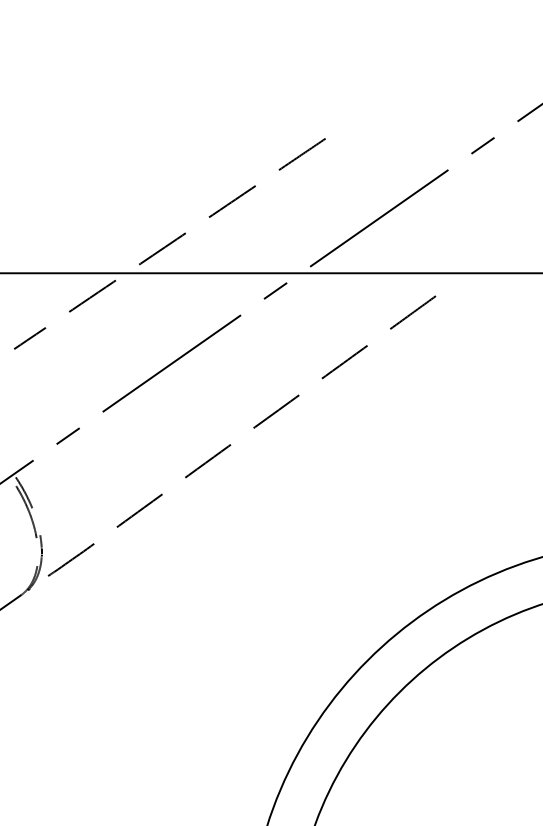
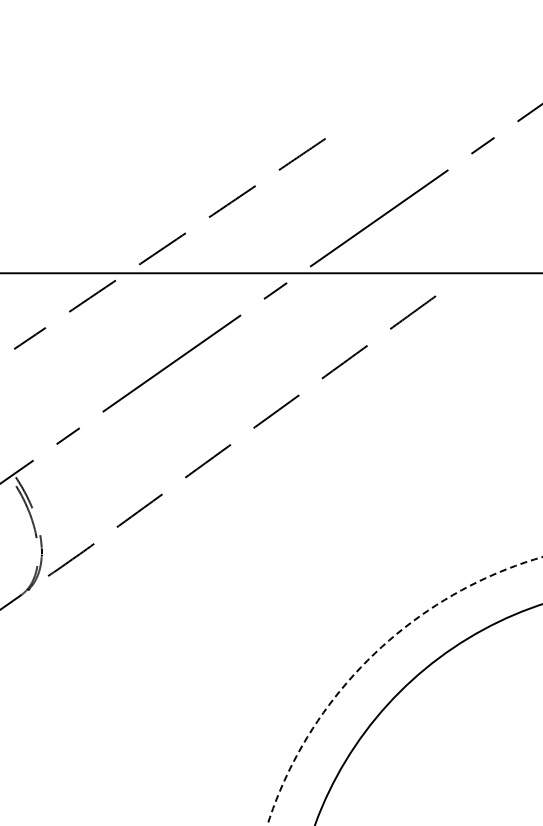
circle at (404, 691): solid -> dashed
